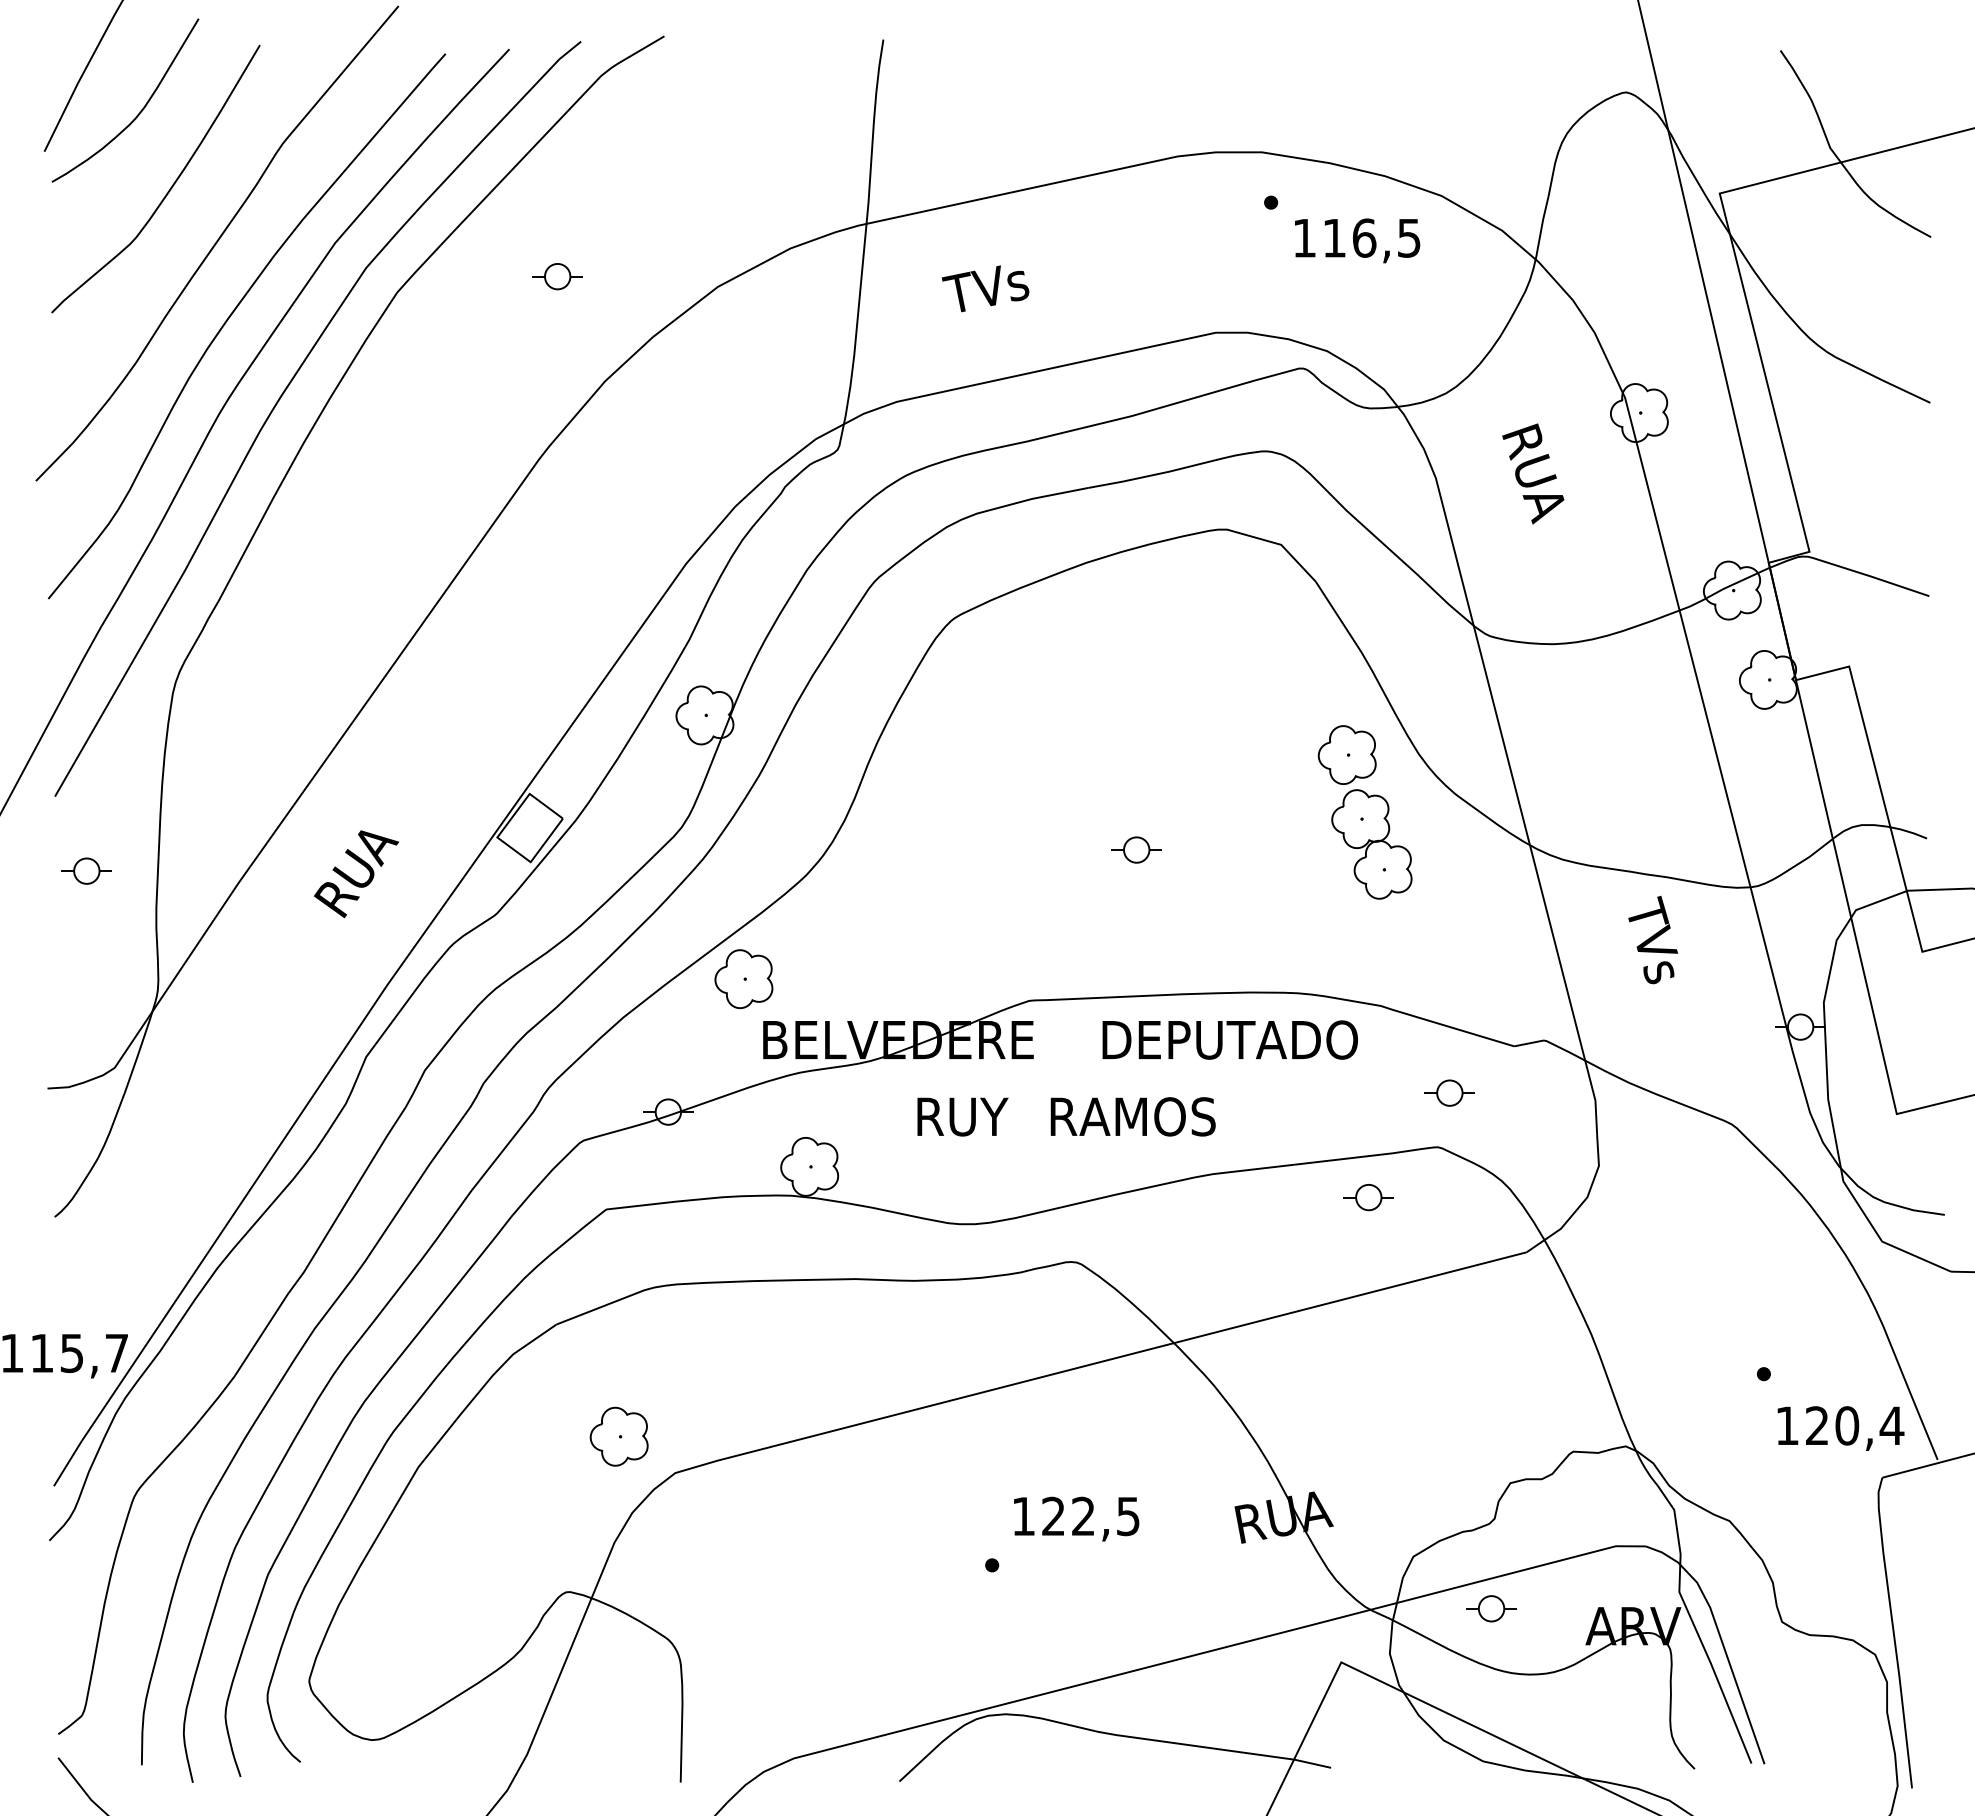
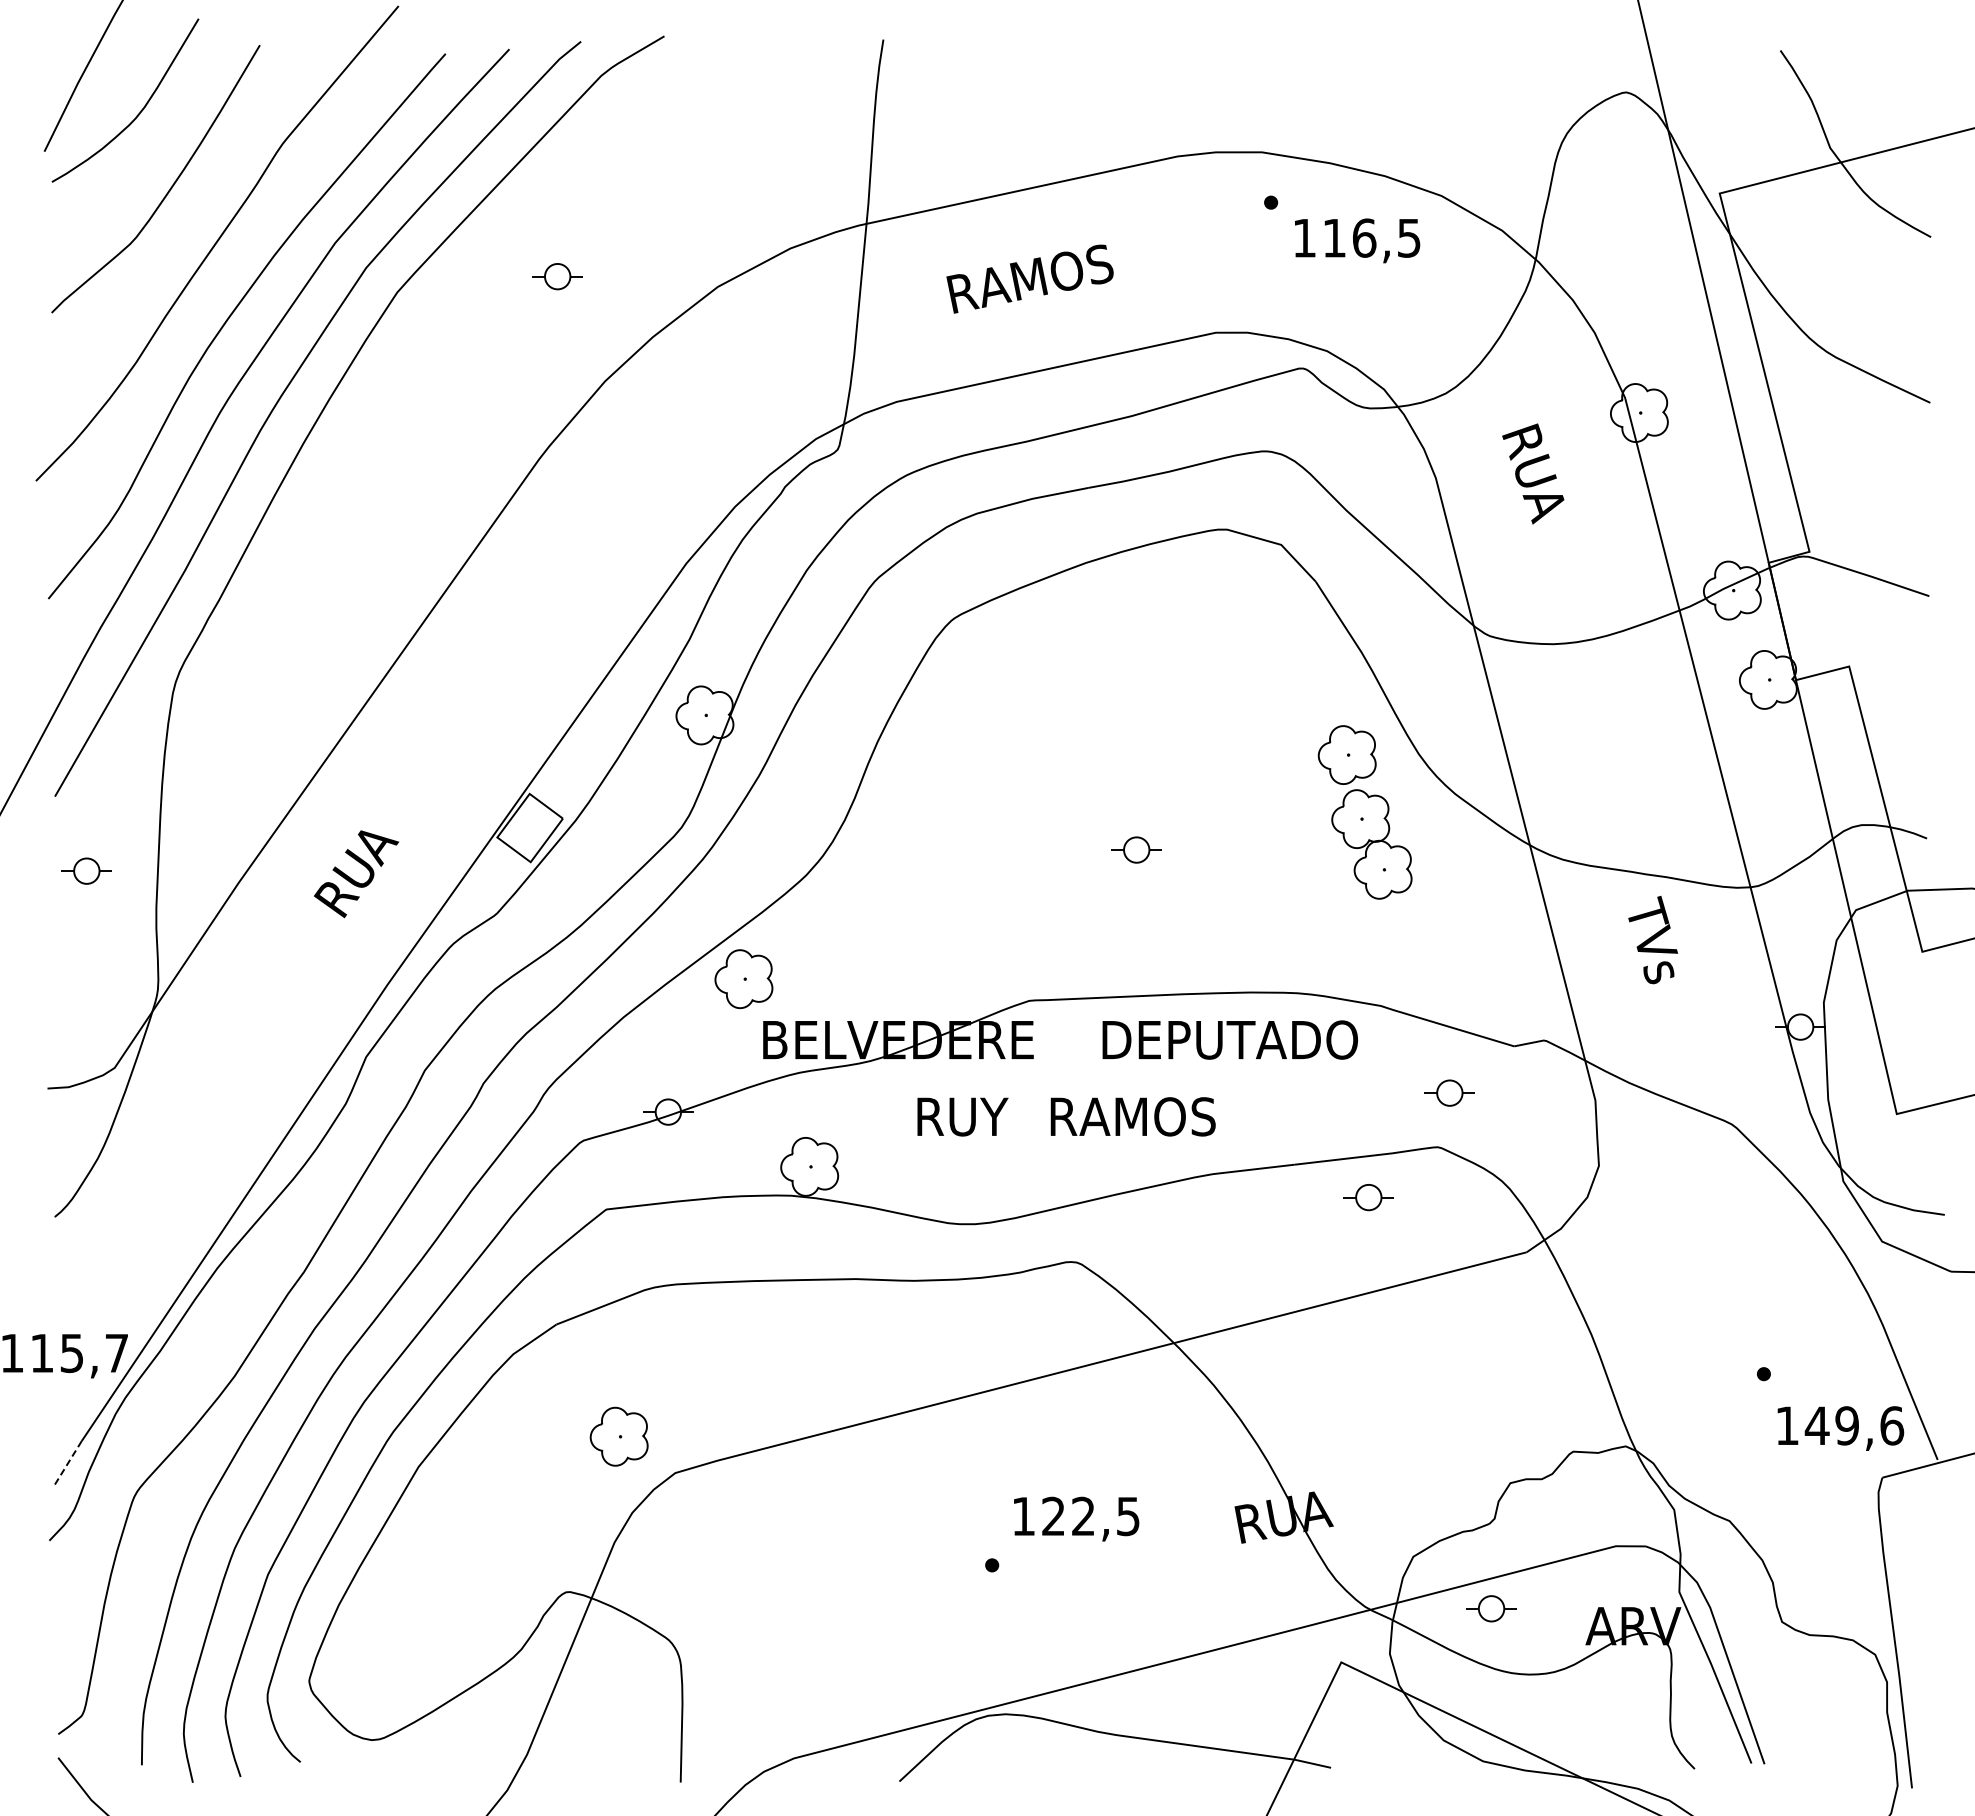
text at (1027, 278): TVs -> RAMOS
text at (1854, 1425): 120,4 -> 149,6
line at (67, 1464): solid -> dashed
